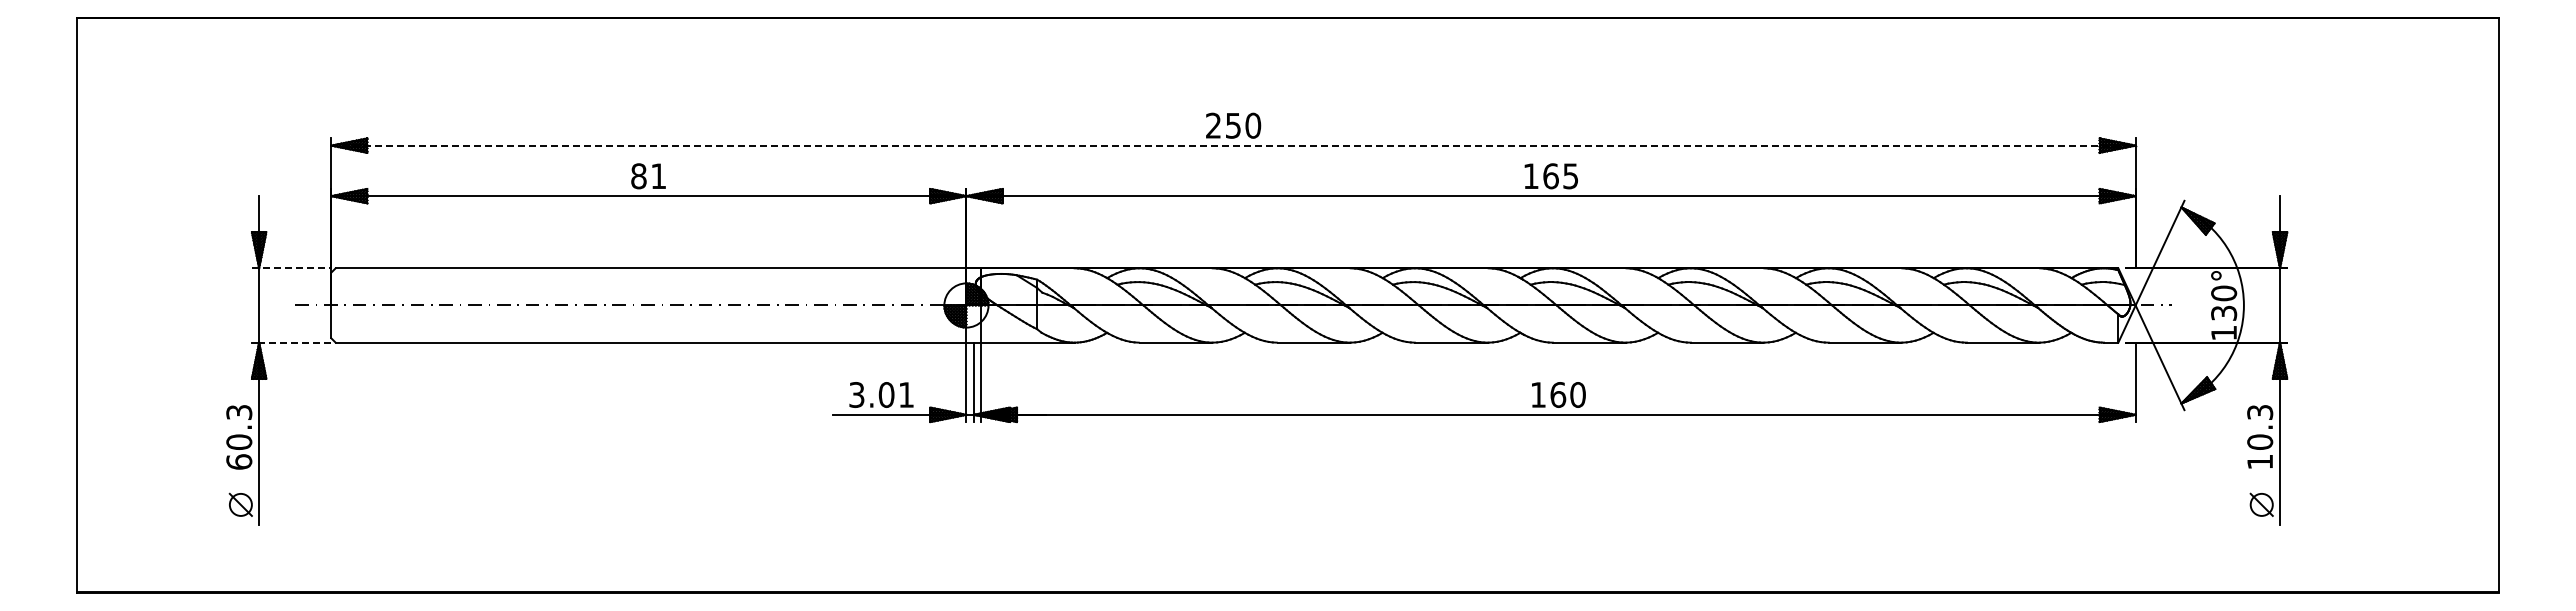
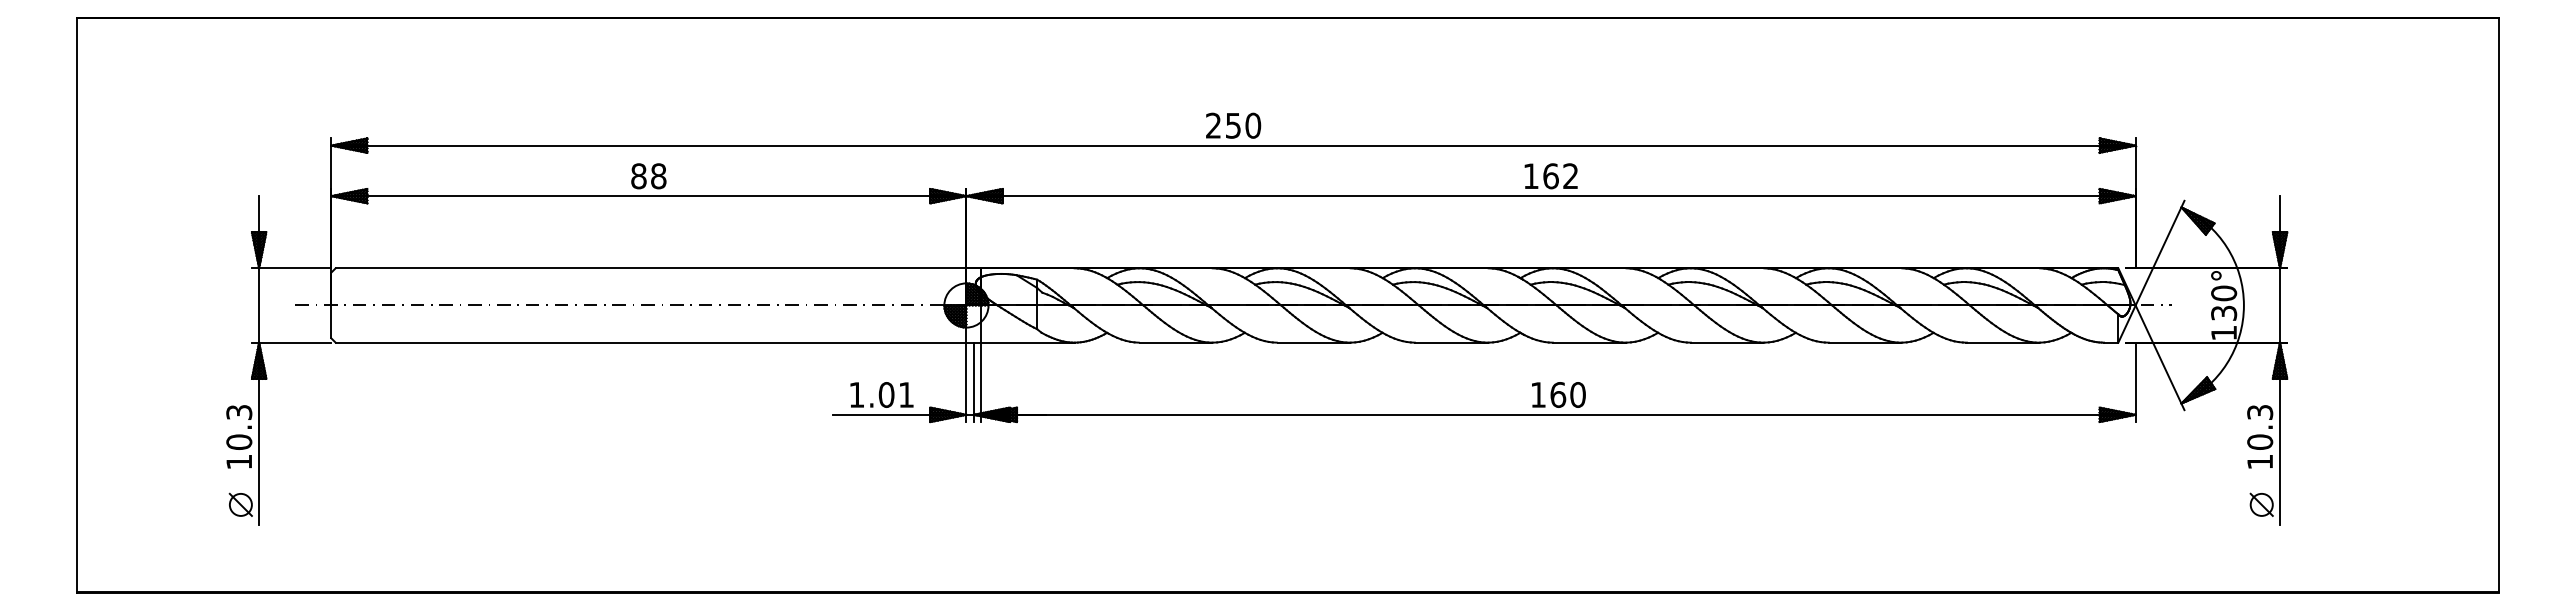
line at (1234, 145): dashed -> solid
text at (658, 176): 81 -> 88
text at (1570, 176): 165 -> 162
line at (291, 268): dashed -> solid
line at (294, 342): dashed -> solid
text at (856, 395): 3.01 -> 1.01
text at (239, 461): 60.3 -> 10.3
